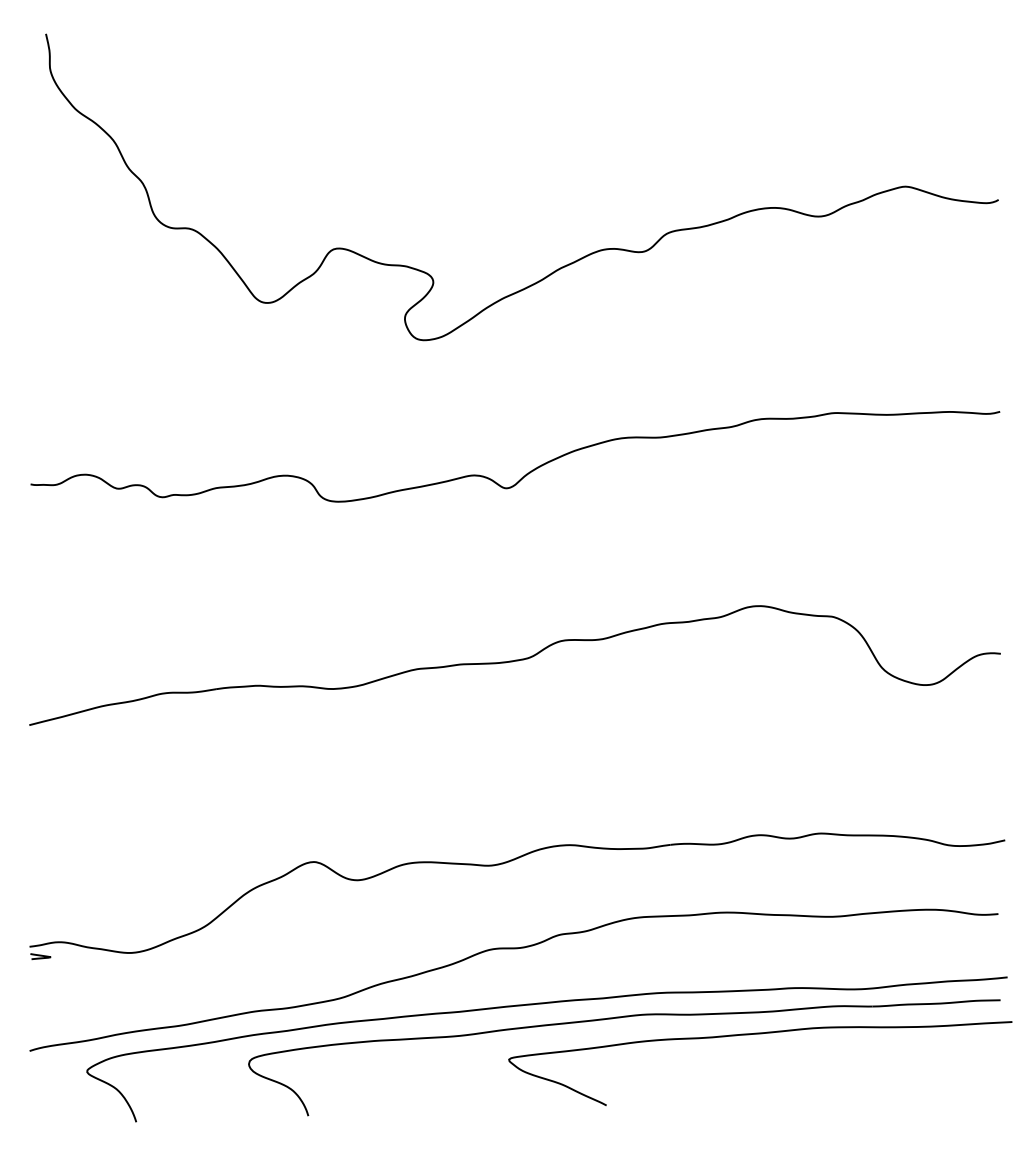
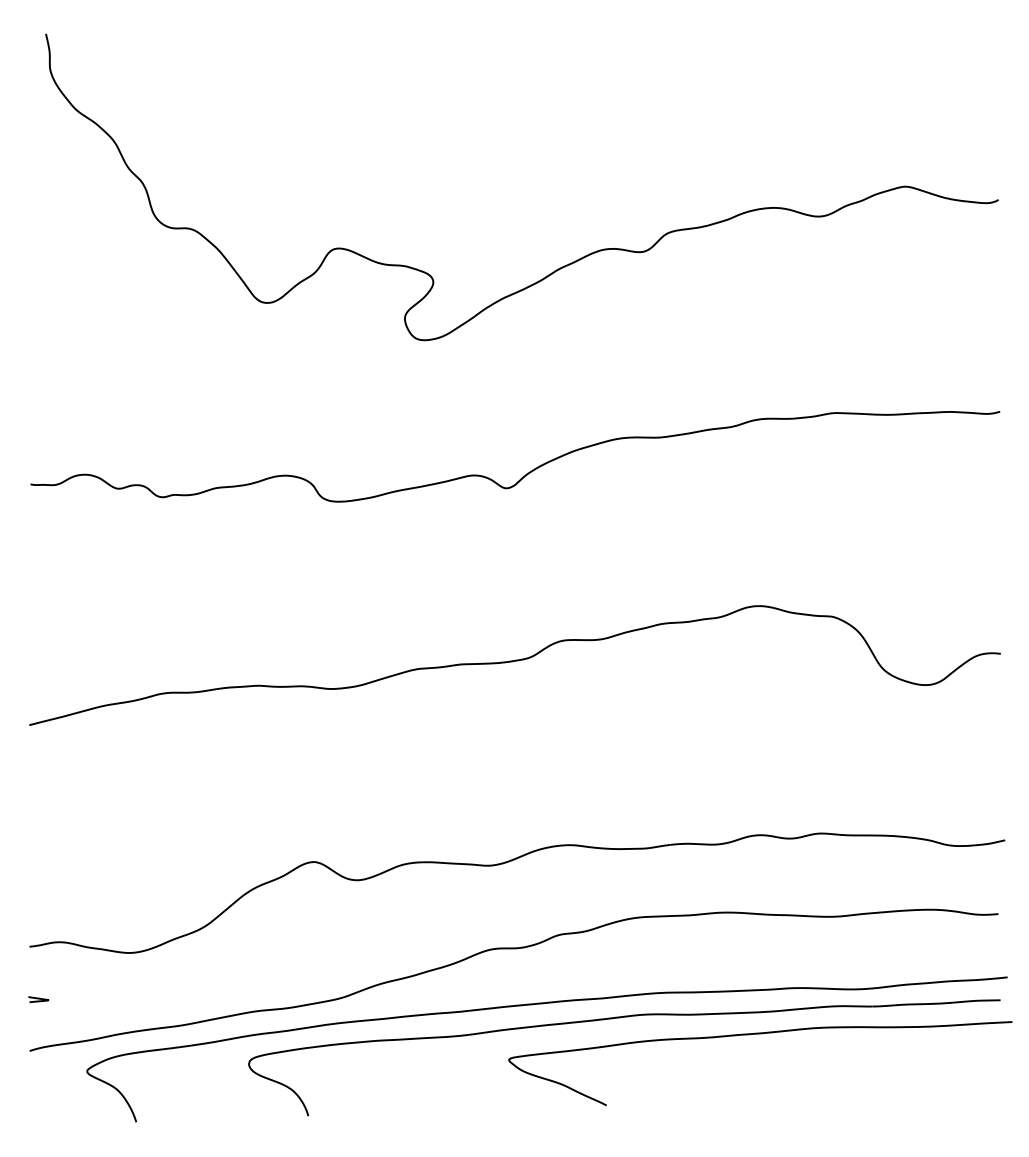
curve at (40, 956) position: (40, 956) -> (38, 999)
